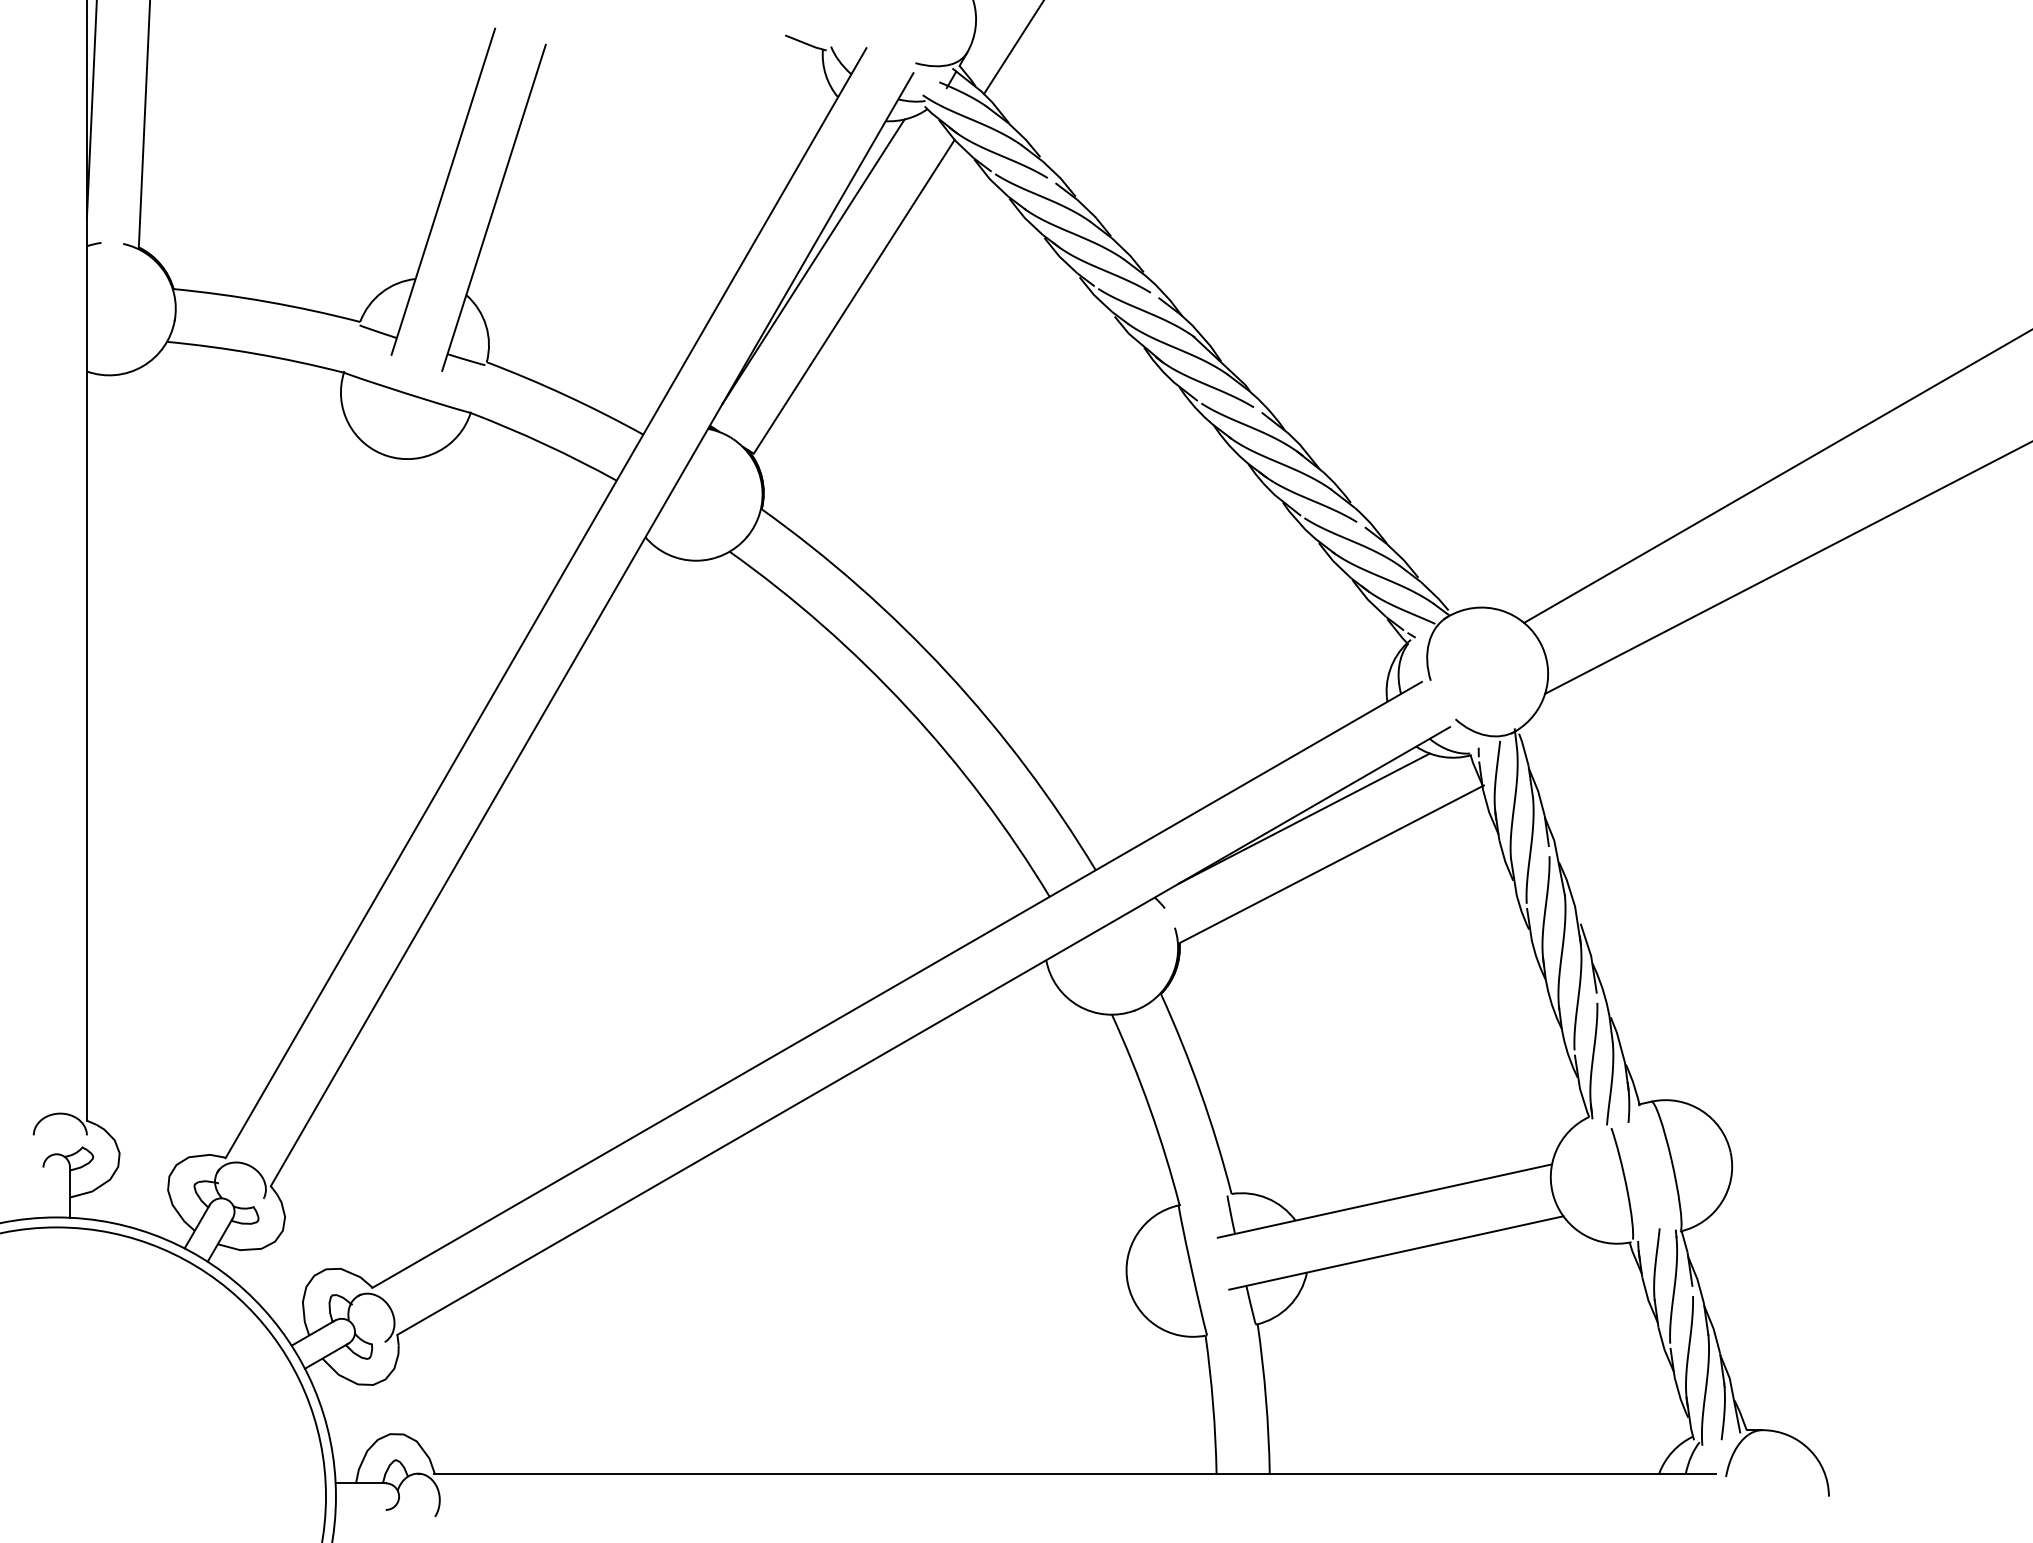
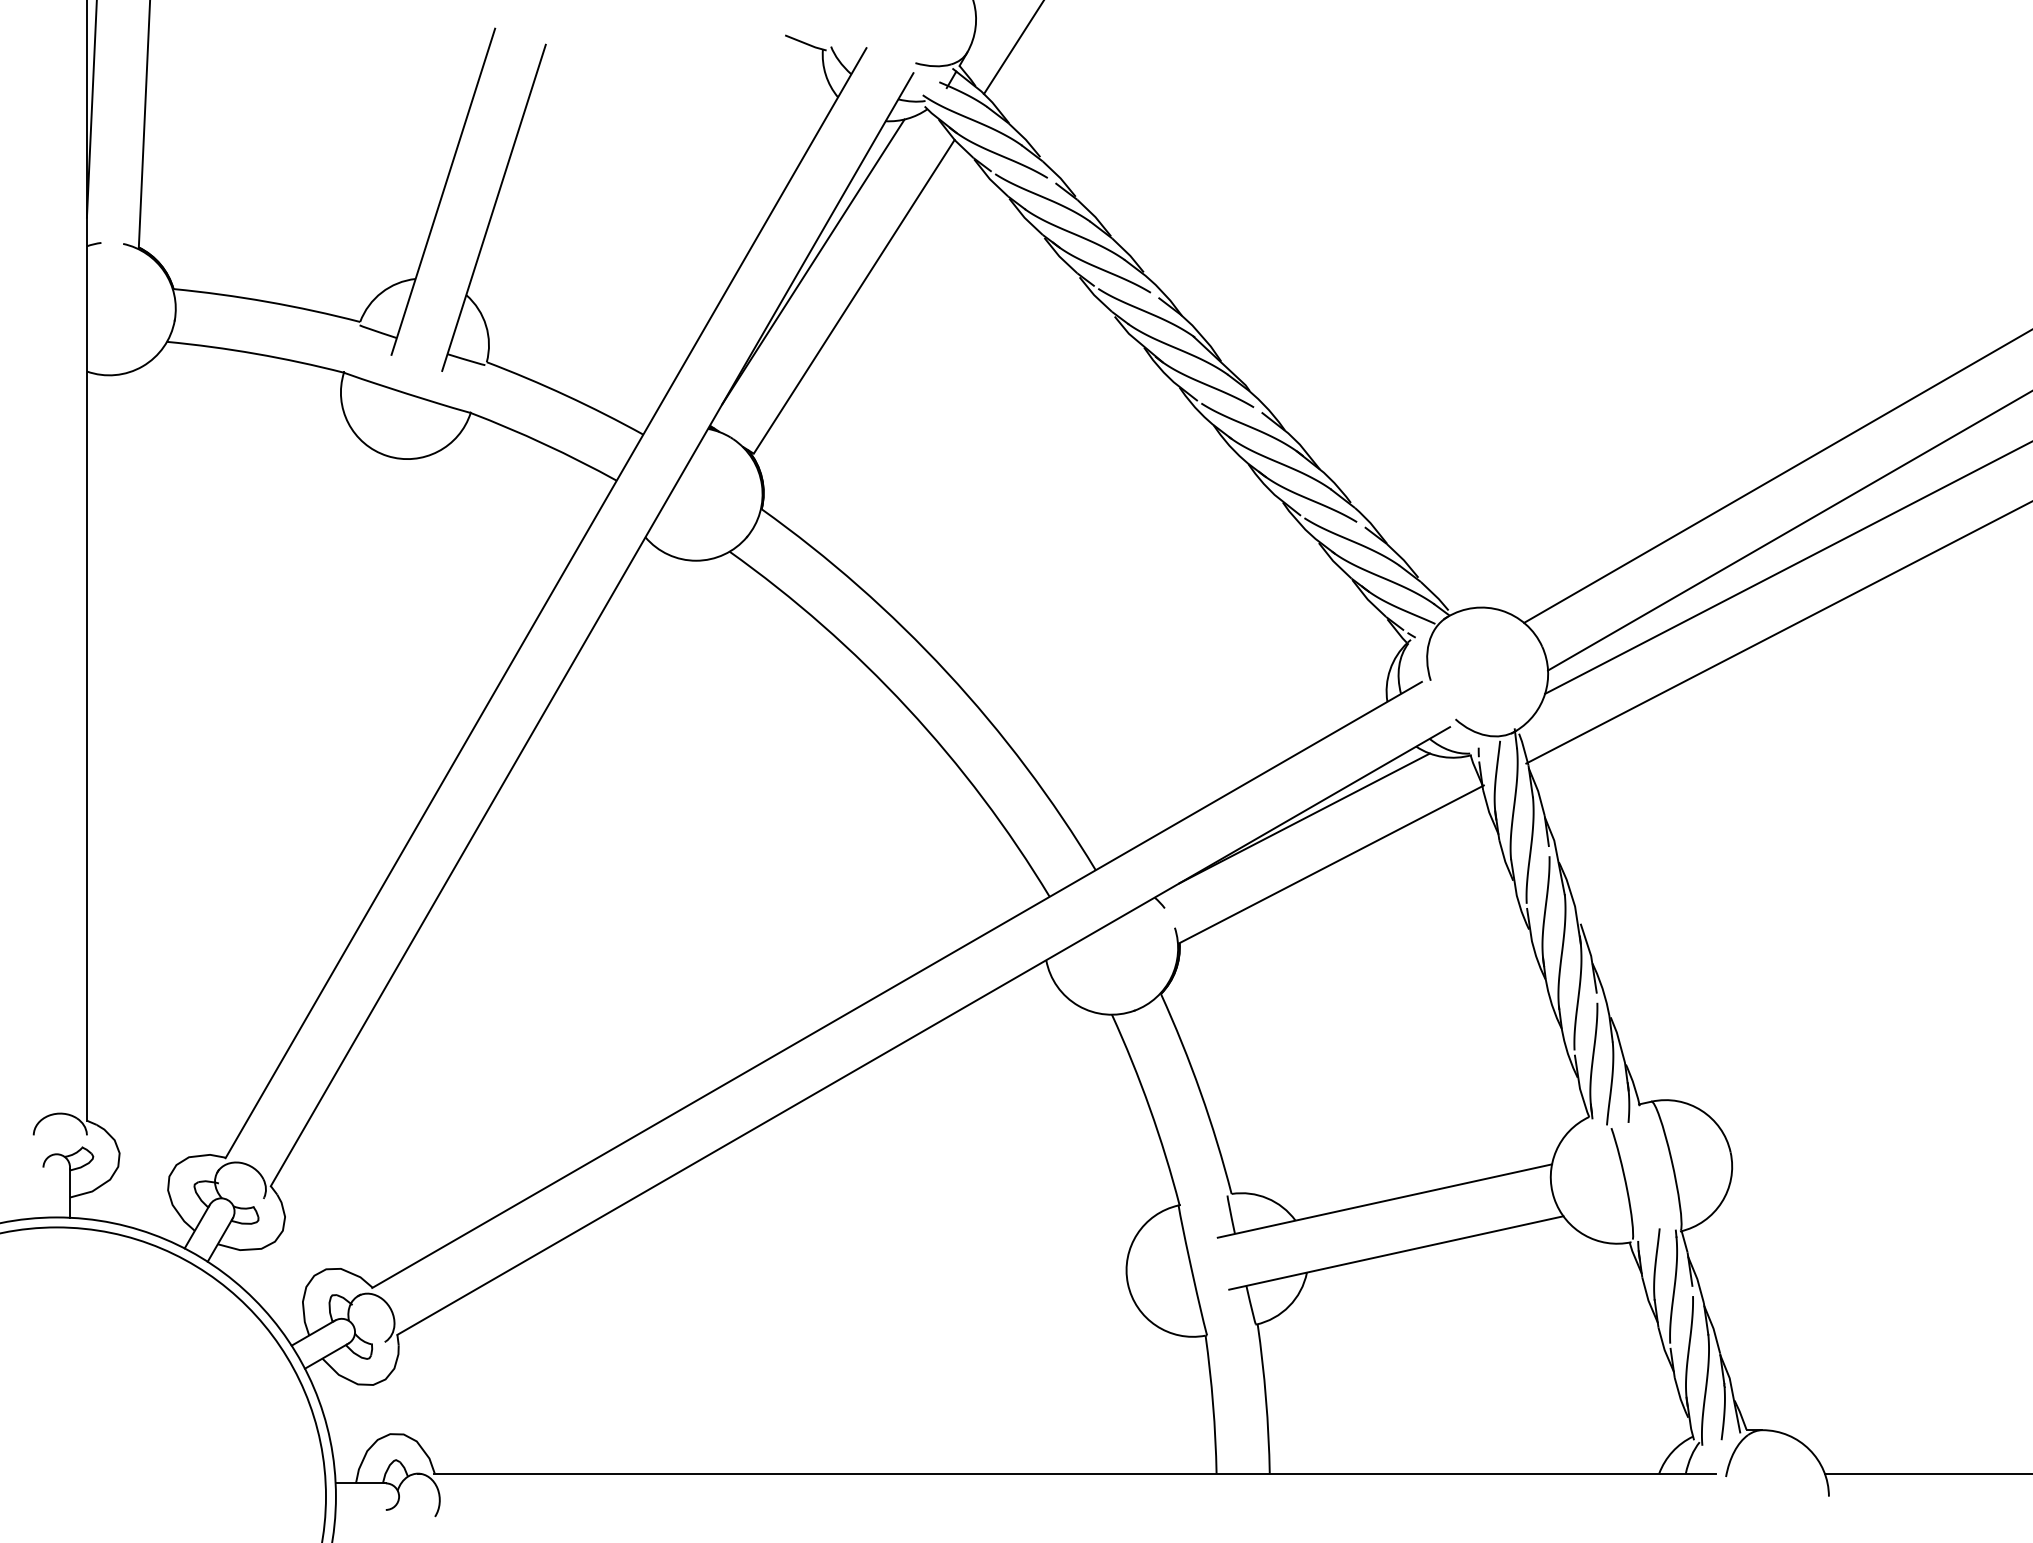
line at (1788, 531): none -> present
line at (1777, 632): none -> present
line at (1926, 1473): none -> present
